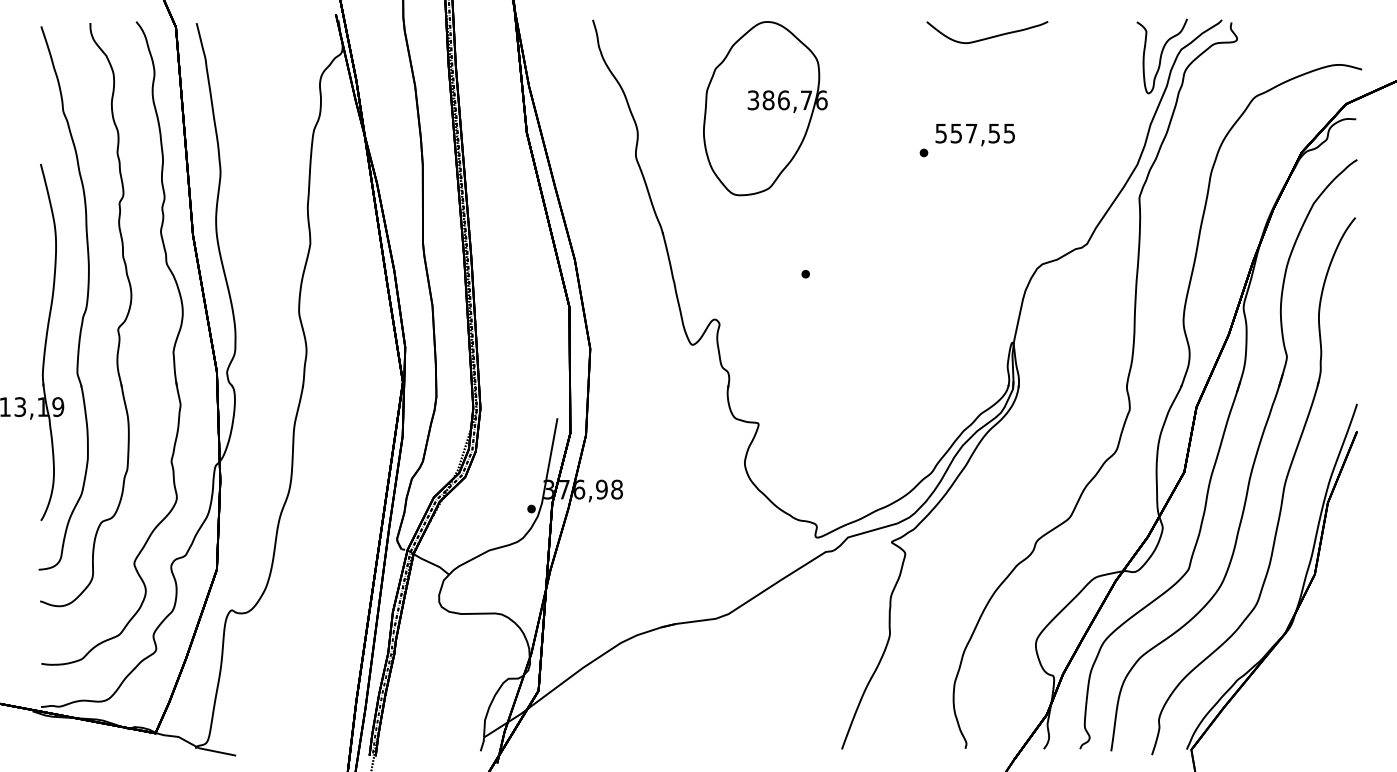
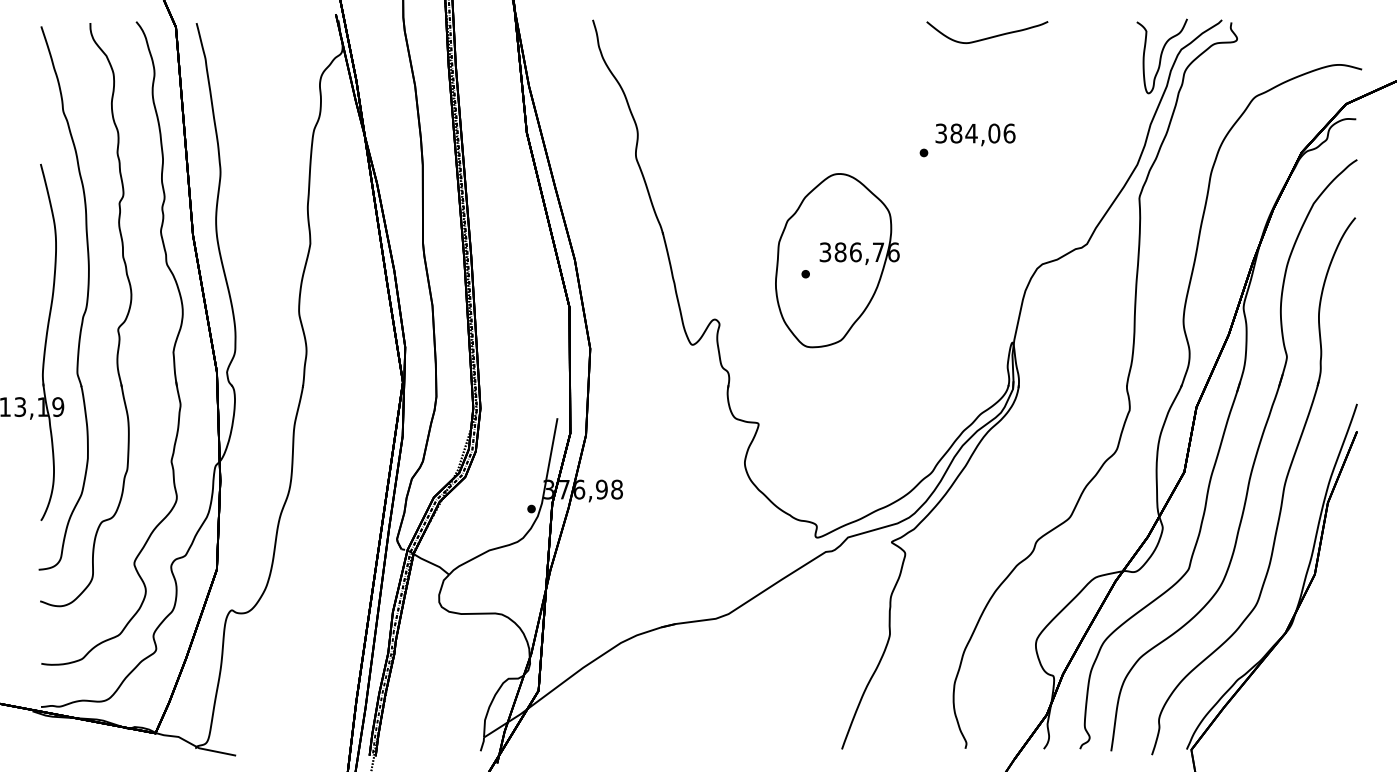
part at (765, 108) position: (765, 108) -> (837, 260)
text at (975, 133): 557,55 -> 384,06
